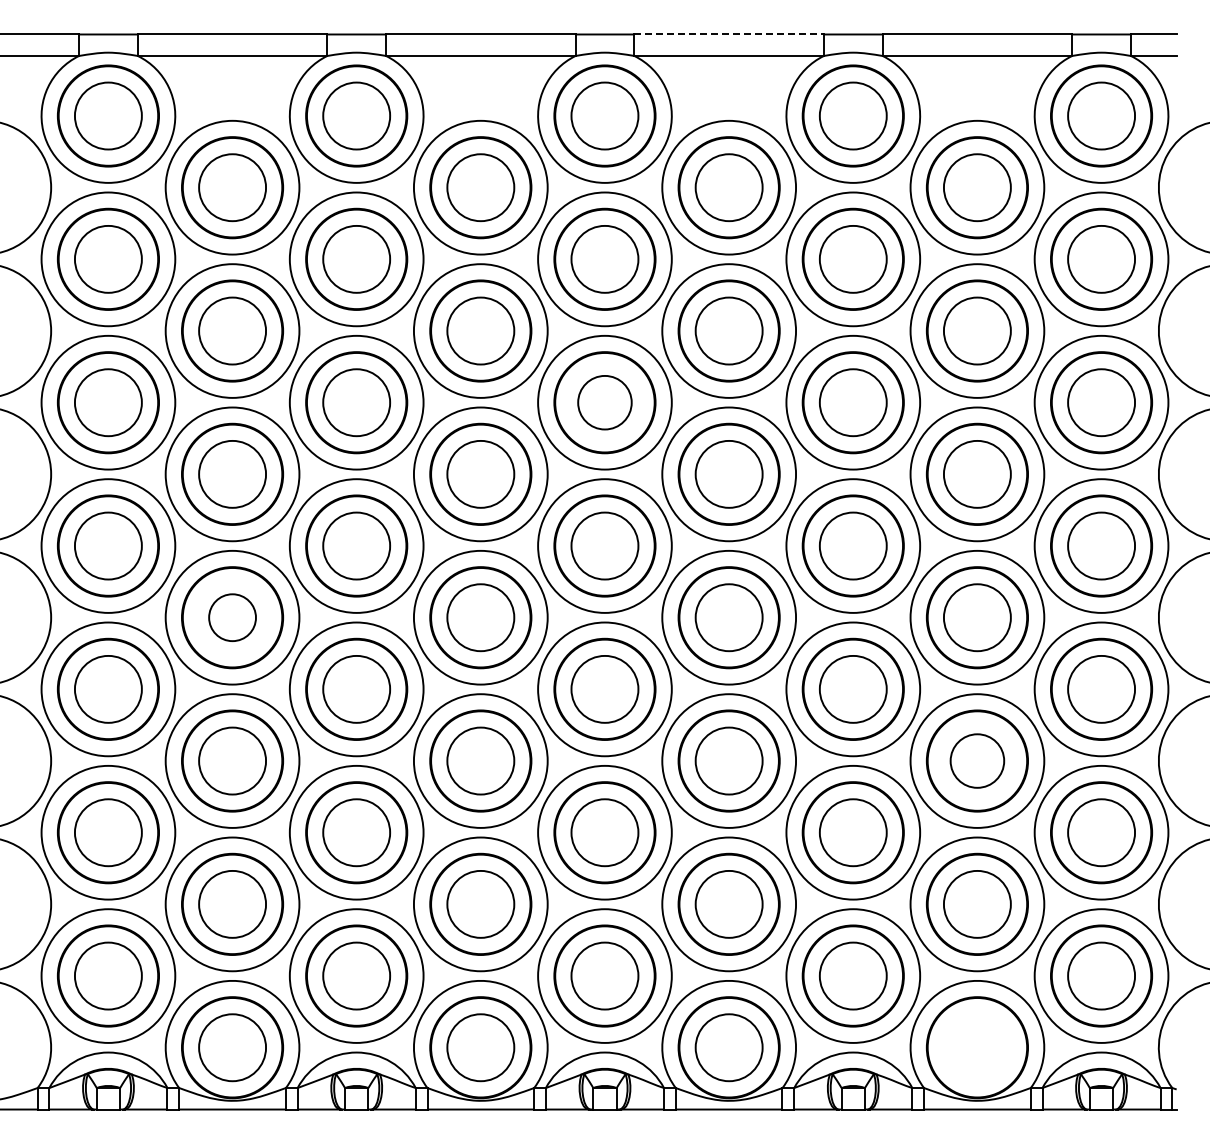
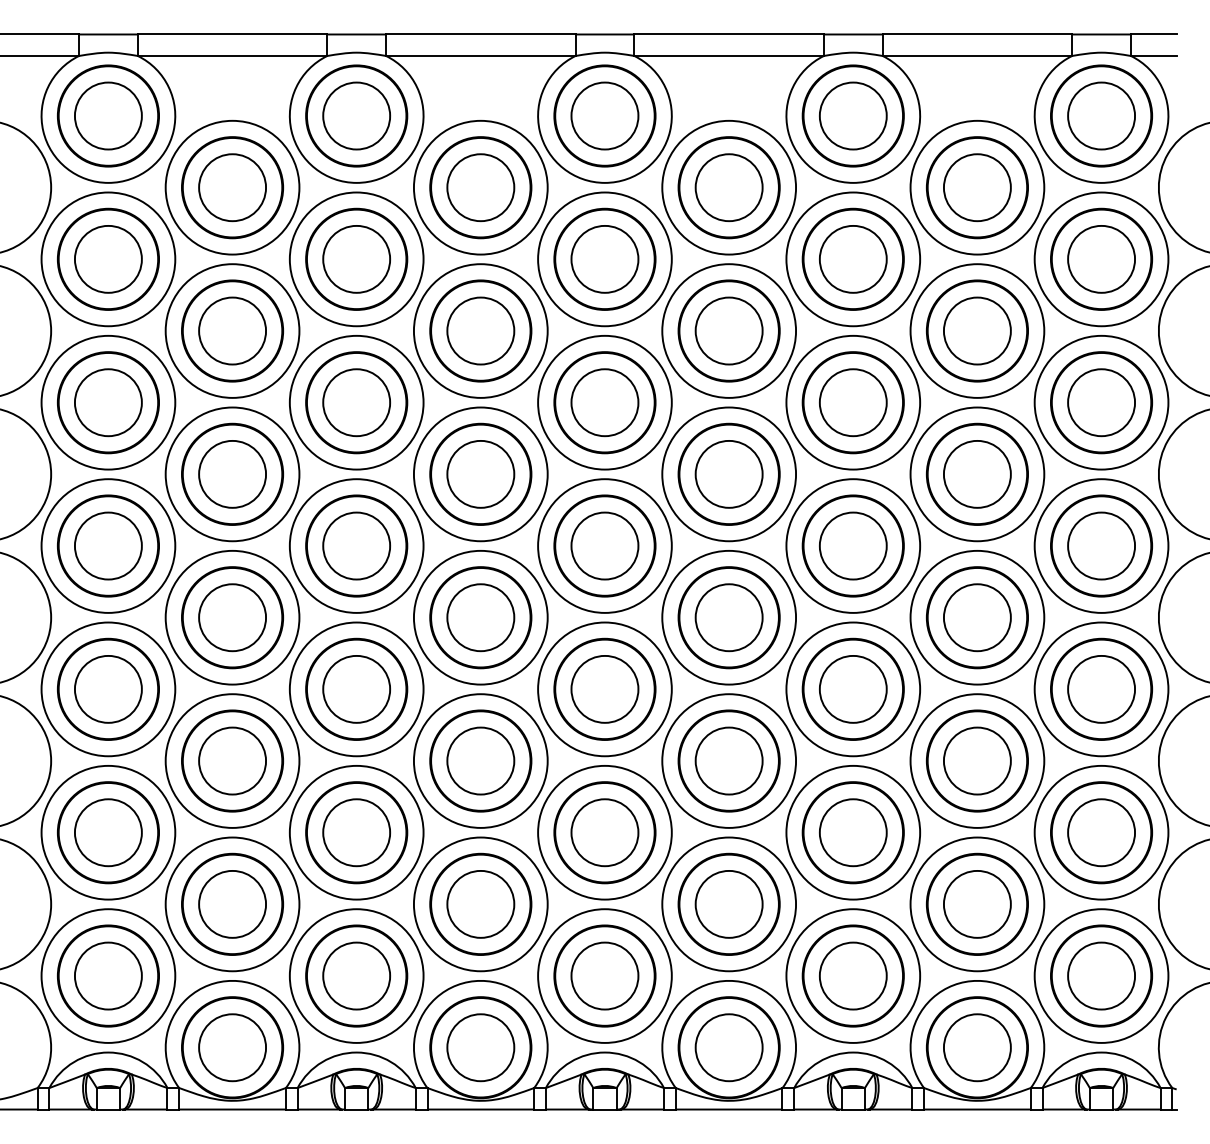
line at (729, 34): dashed -> solid
circle at (604, 402) diameter: 54 px -> 67 px
circle at (232, 617) diameter: 47 px -> 67 px
circle at (977, 760) diameter: 54 px -> 67 px
circle at (977, 1047): none -> present
